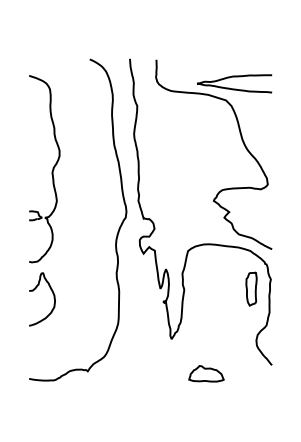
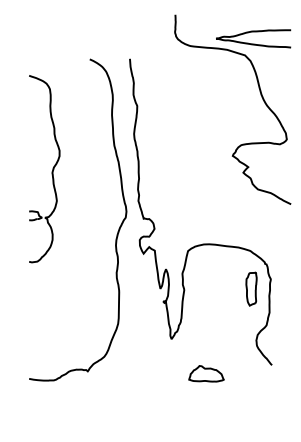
part at (241, 140) position: (241, 140) -> (260, 95)
part at (53, 298): present -> none
